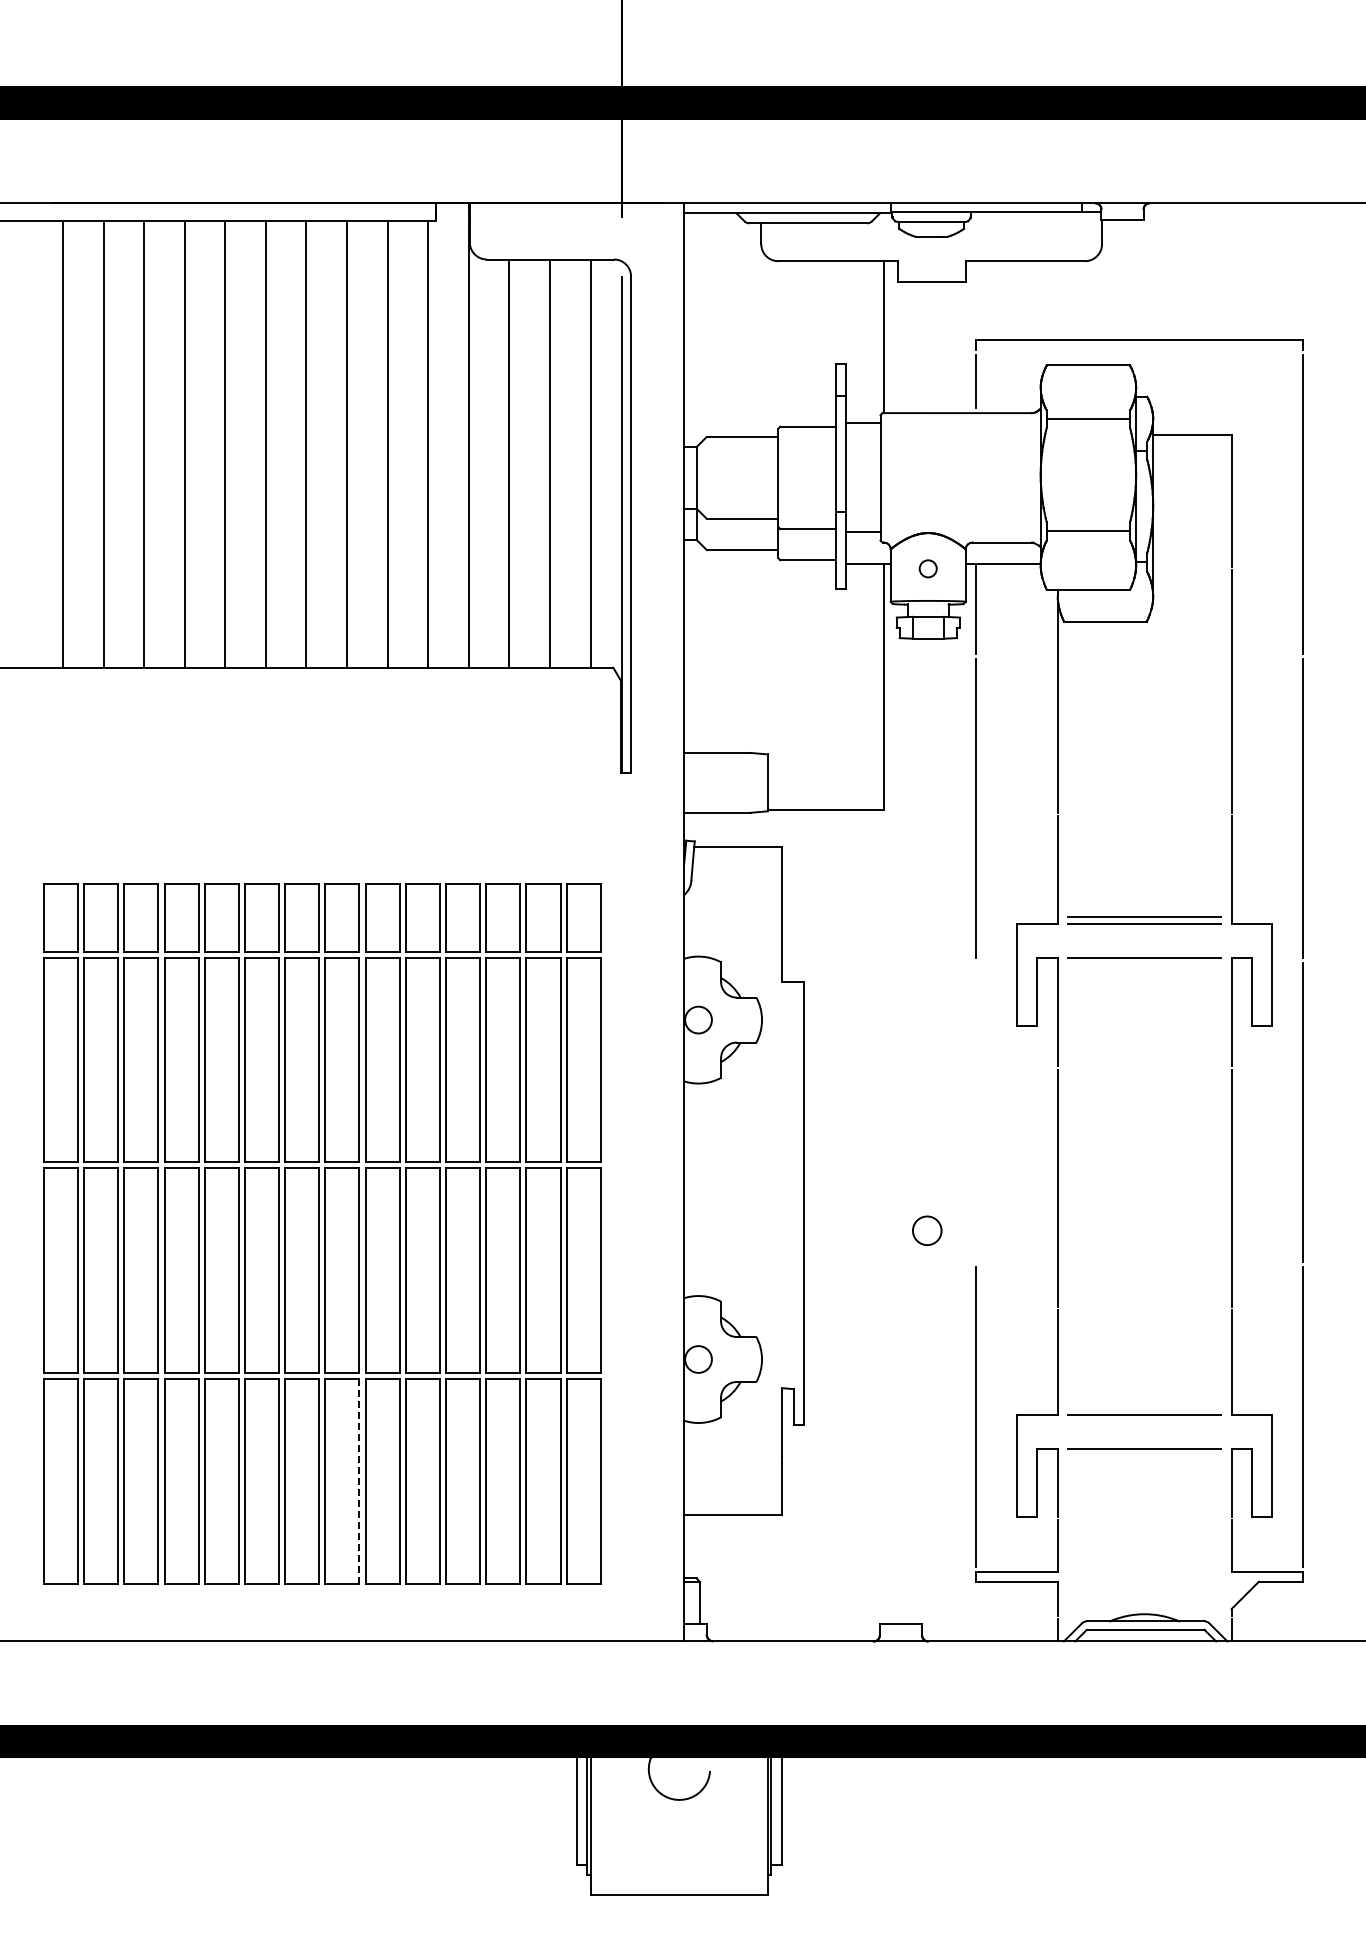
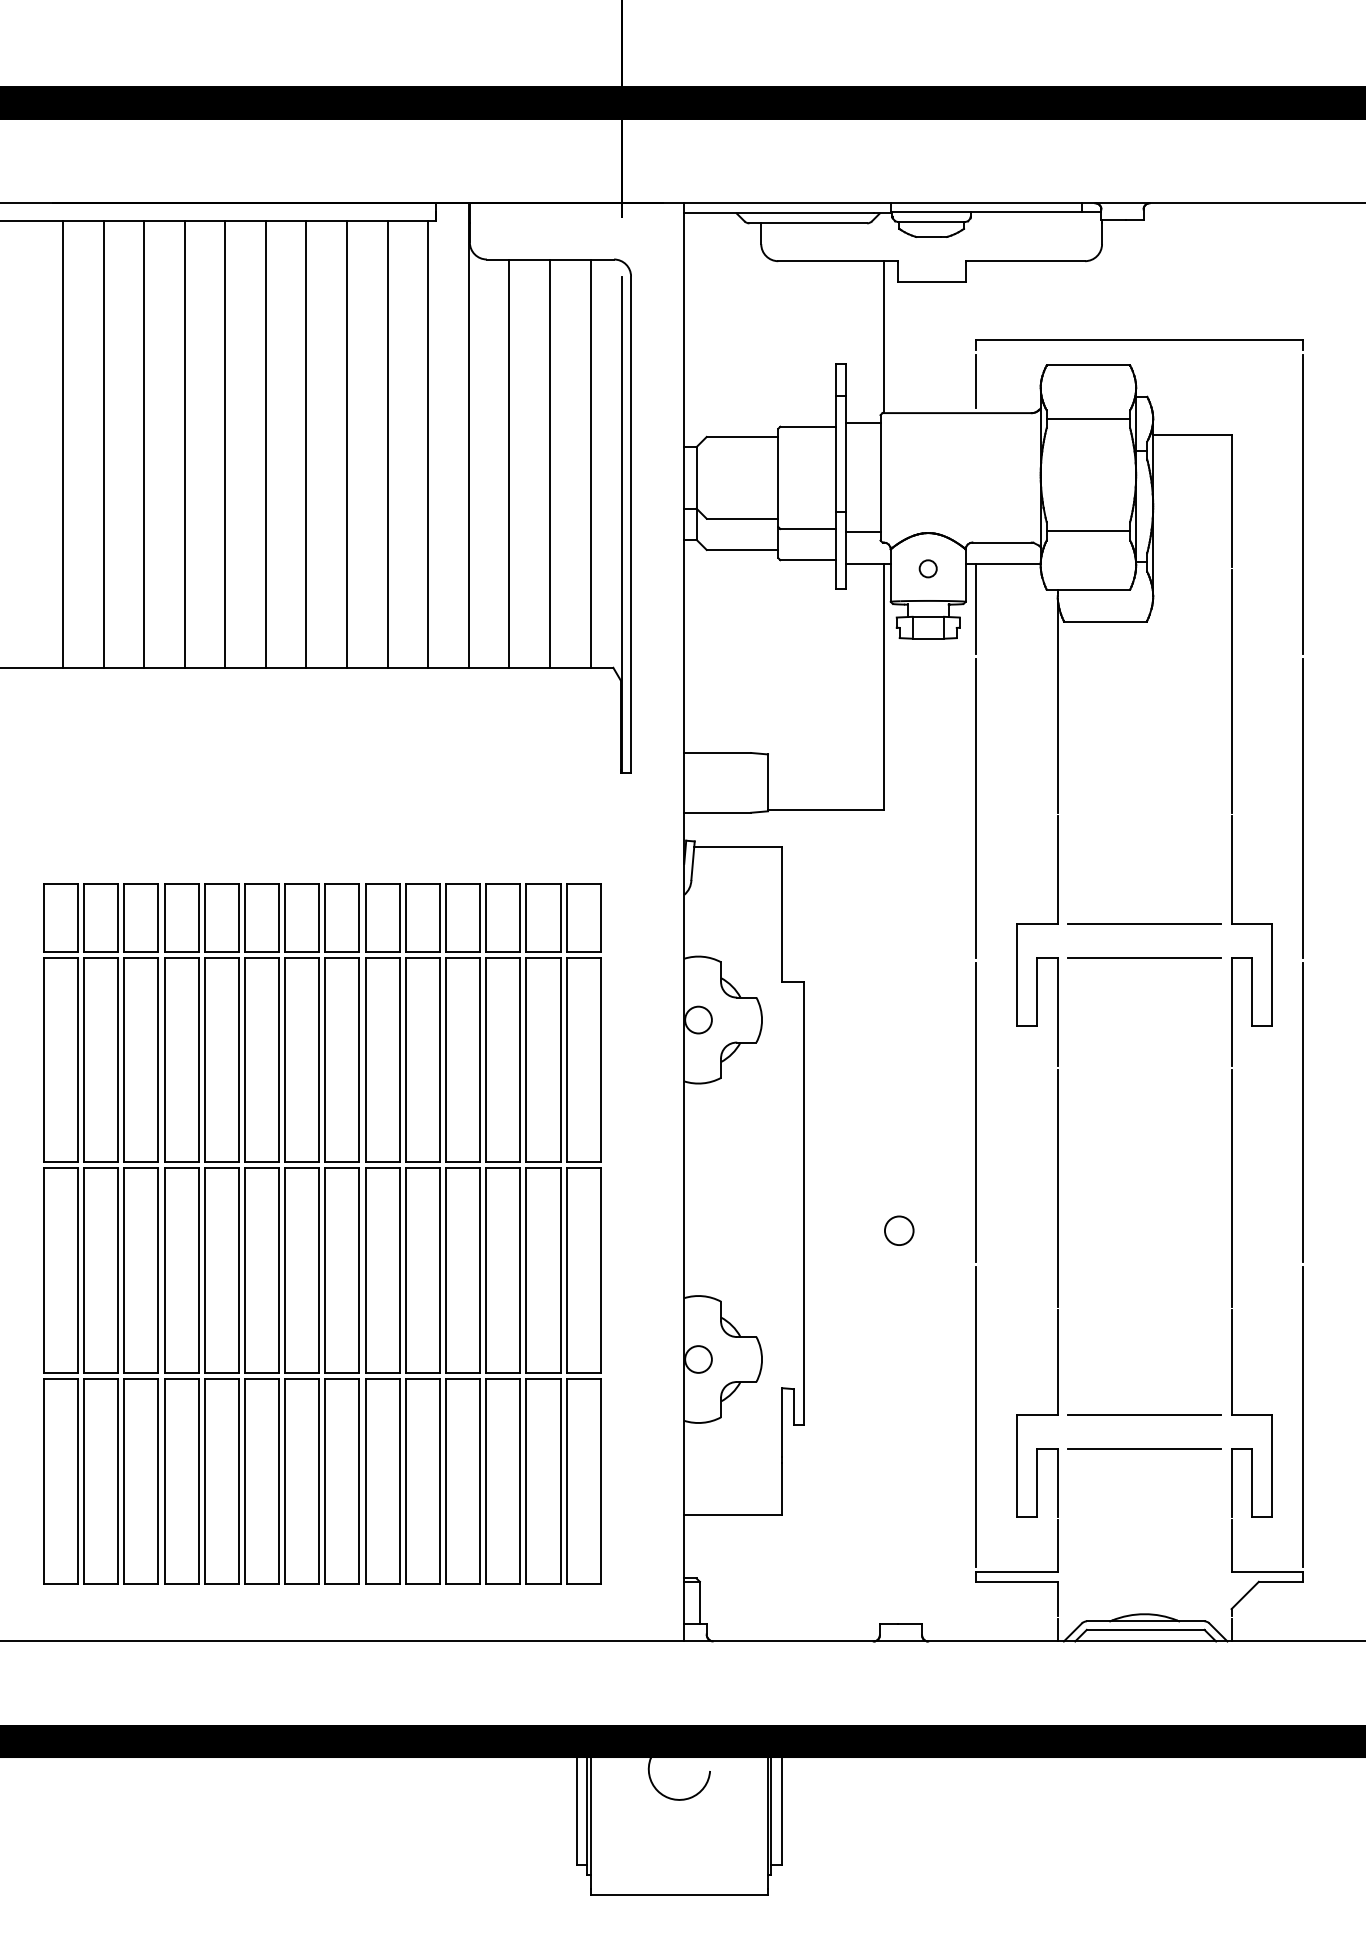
line at (1144, 916): present -> none
line at (975, 1112): none -> present
circle at (927, 1230) position: (927, 1230) -> (899, 1230)
line at (359, 1480): dashed -> solid
